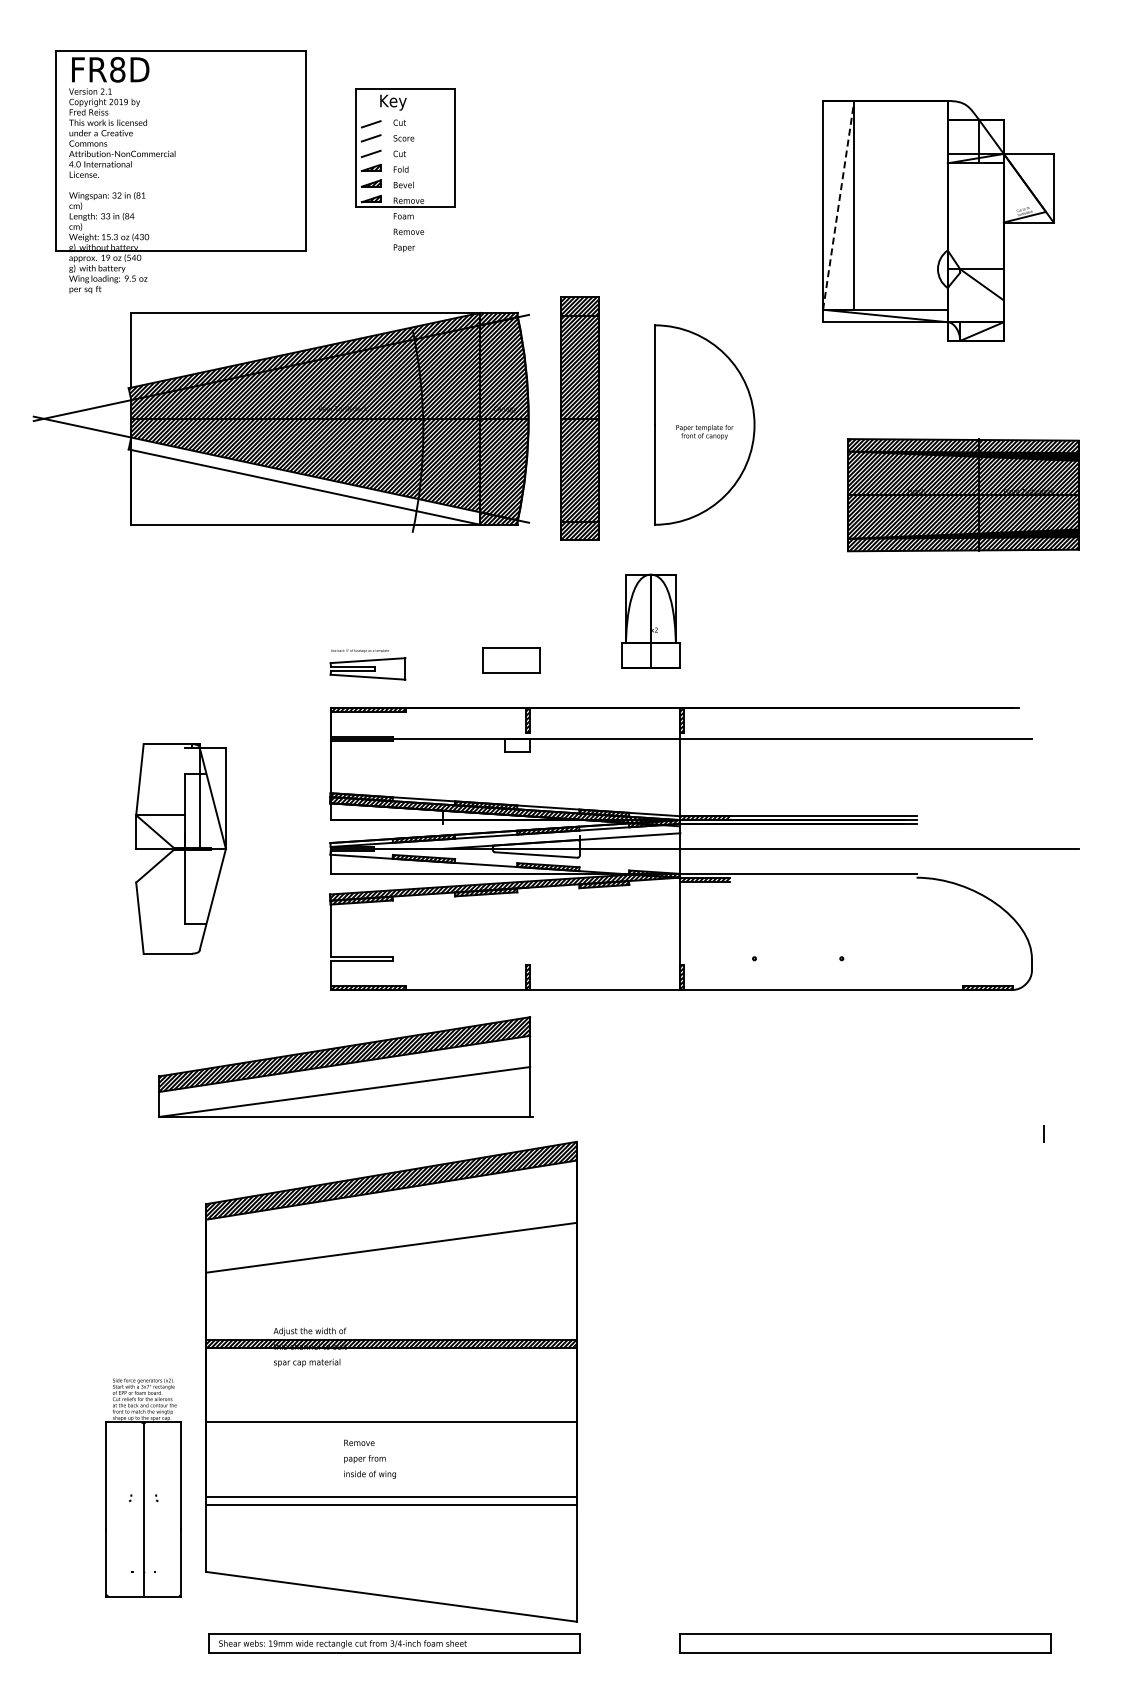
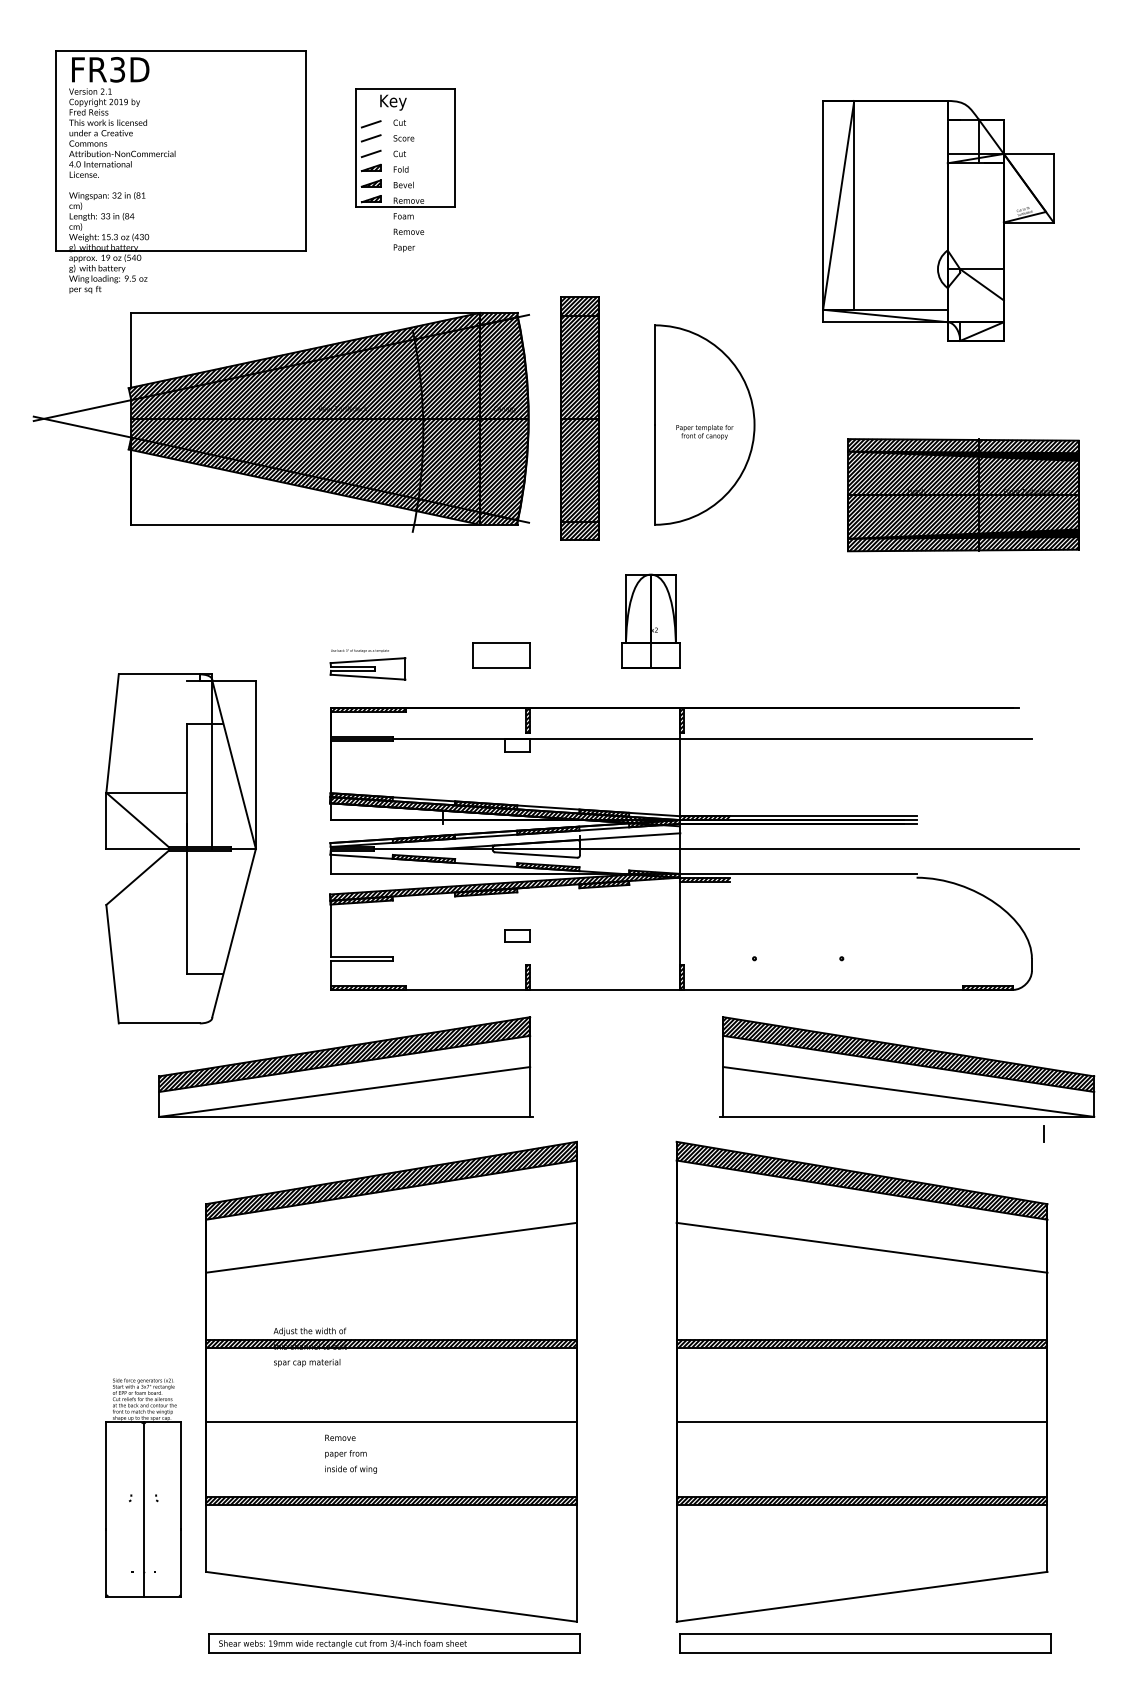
text at (117, 69): FR8D -> FR3D
line at (838, 205): dashed -> solid
hatch at (304, 481): none -> present
part at (511, 660) position: (511, 660) -> (501, 655)
part at (180, 848) size: 92x212 px -> 152x352 px
part at (517, 935): none -> present
part at (907, 1066): none -> present
part at (861, 1381): none -> present
text at (369, 1458) position: (369, 1458) -> (350, 1453)
hatch at (391, 1500): none -> present
